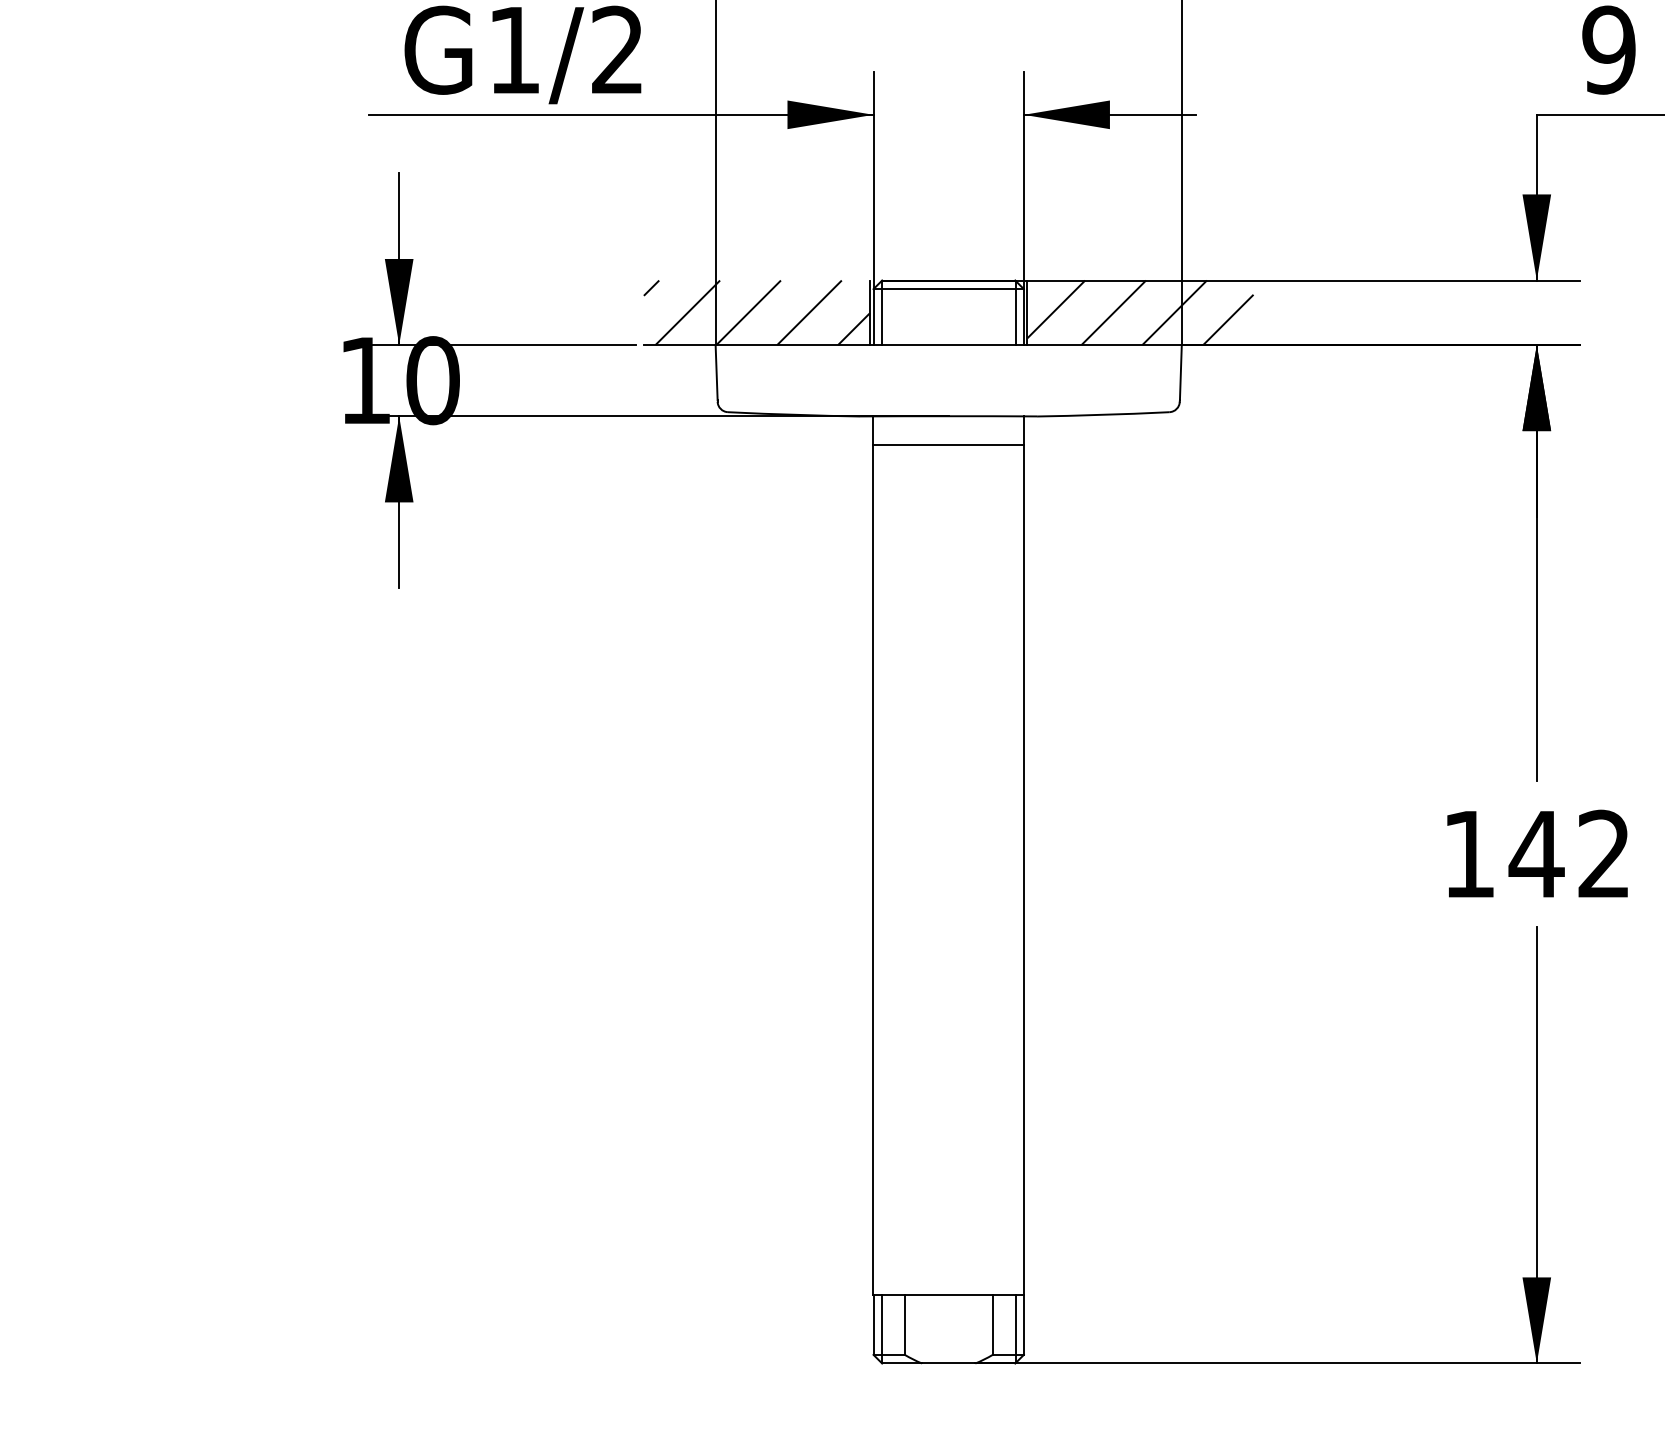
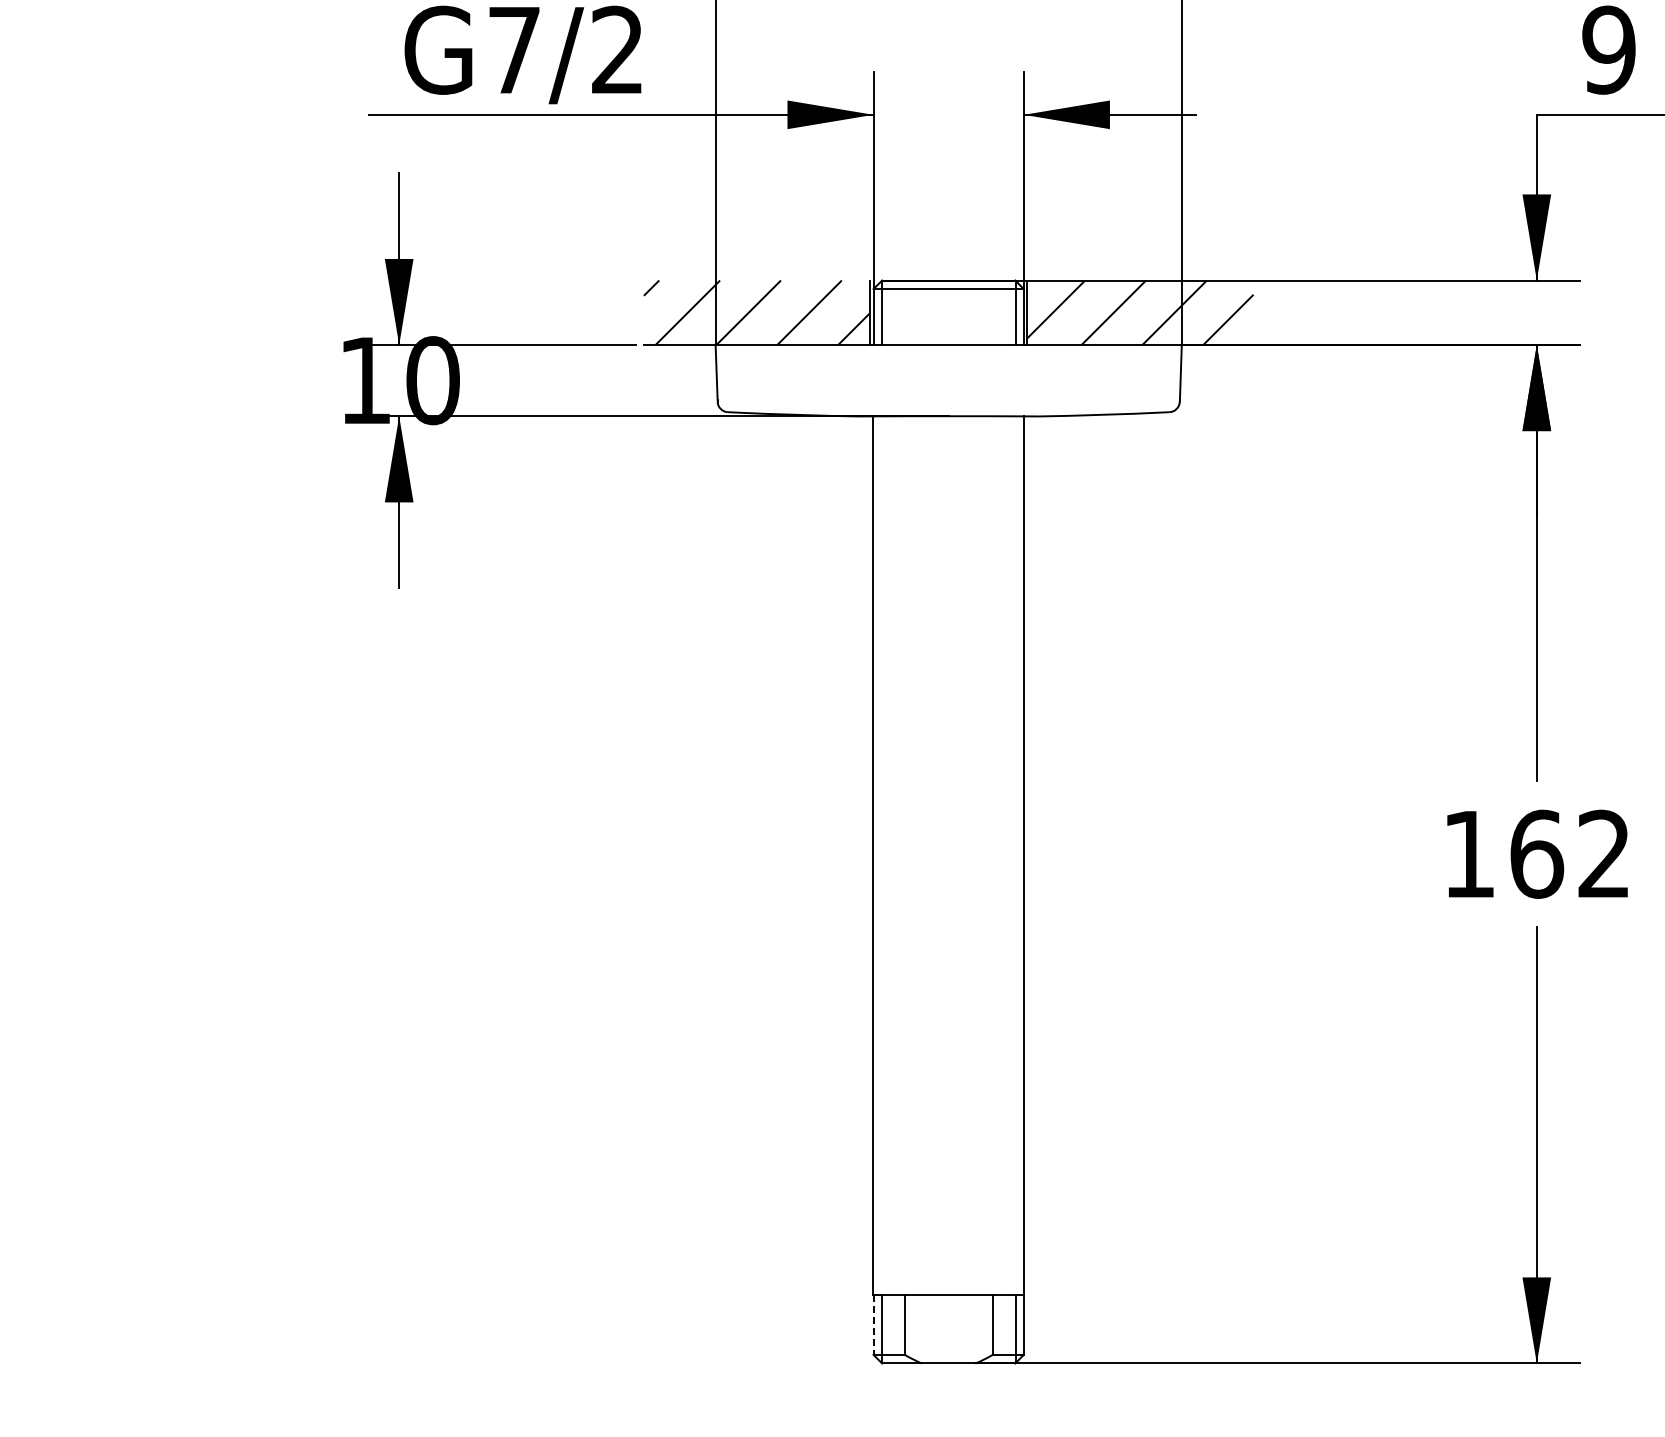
text at (514, 50): G1/2 -> G7/2
line at (948, 445): present -> none
text at (1536, 853): 142 -> 162
line at (873, 1325): solid -> dashed
